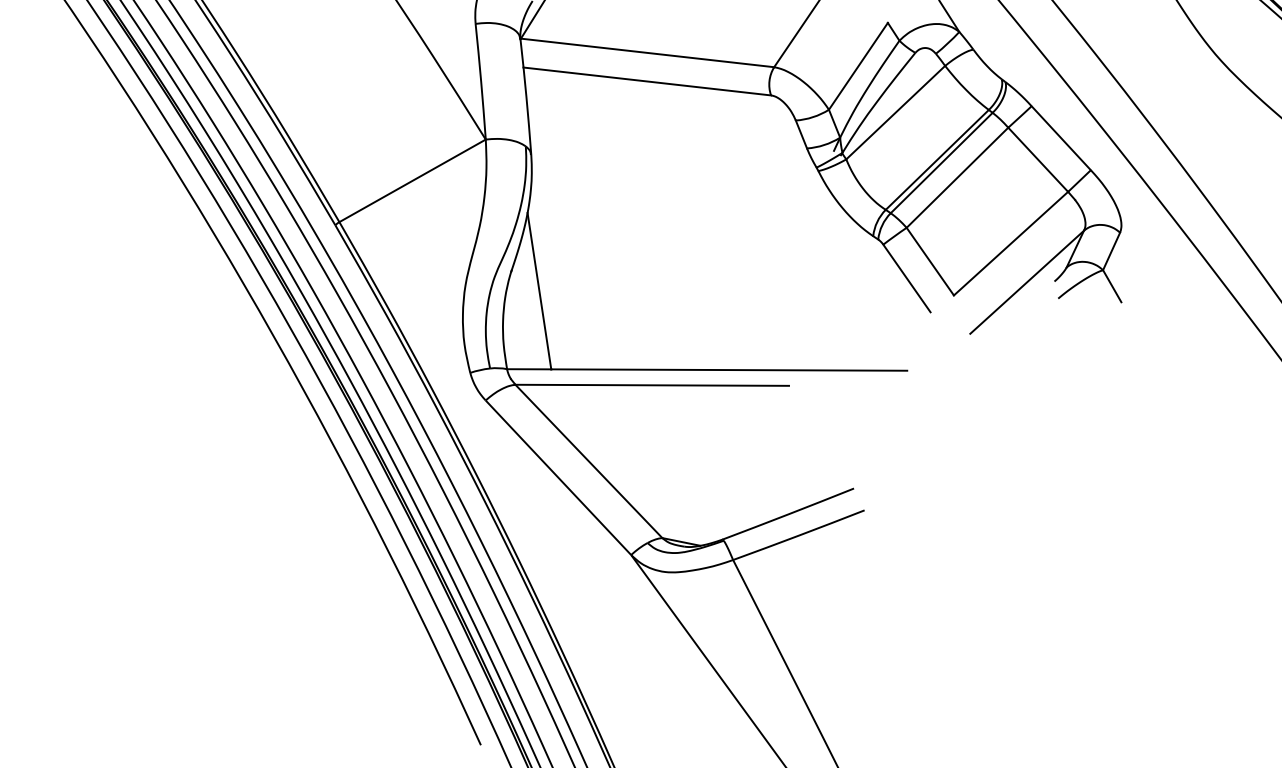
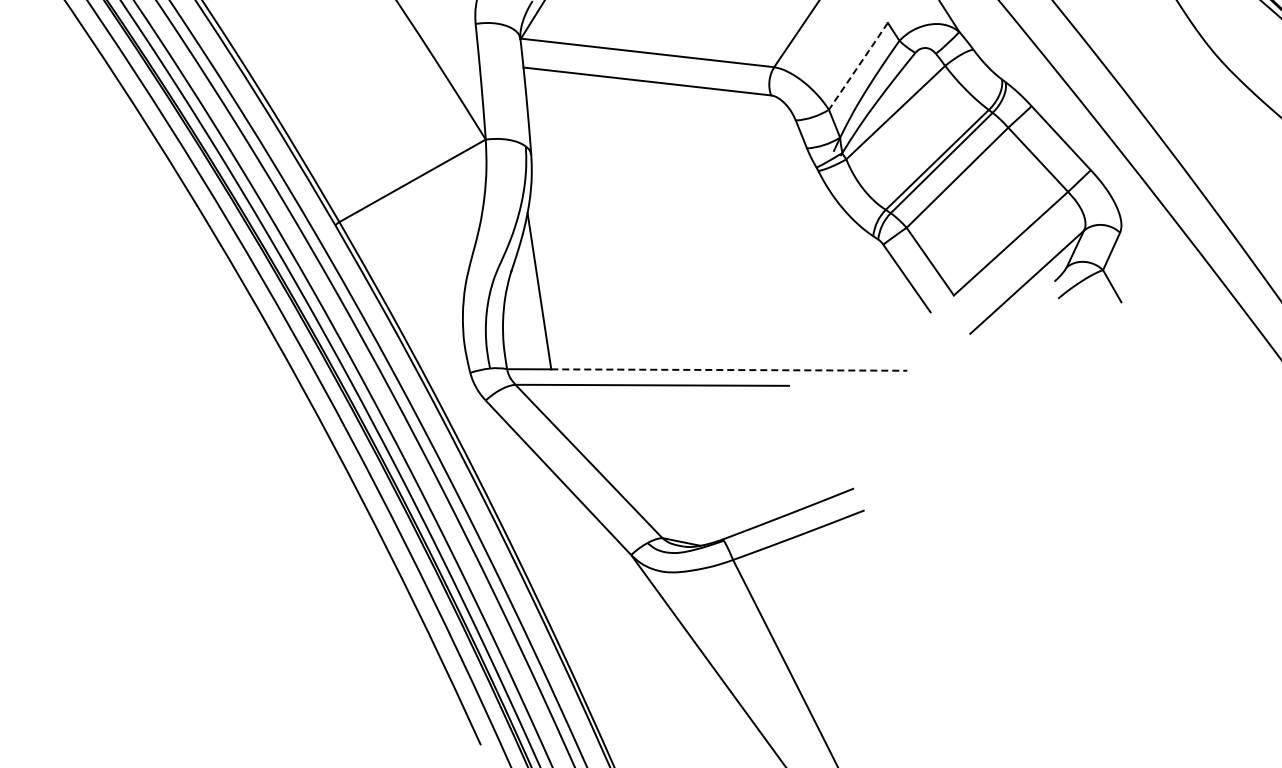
line at (858, 66): solid -> dashed
line at (729, 370): solid -> dashed
